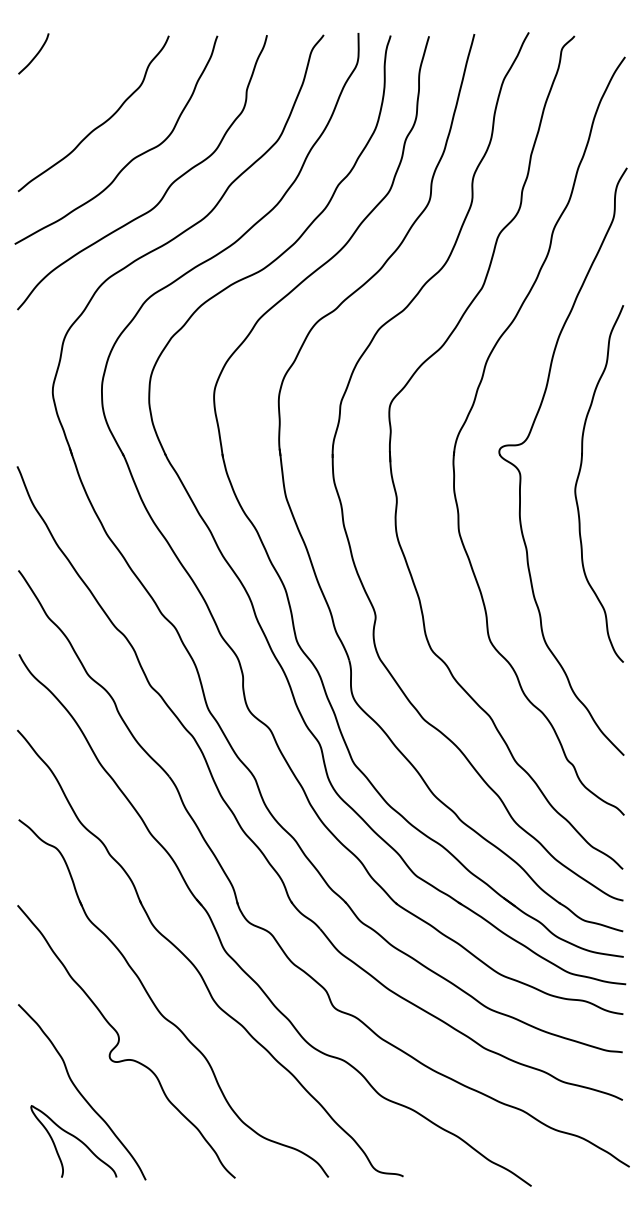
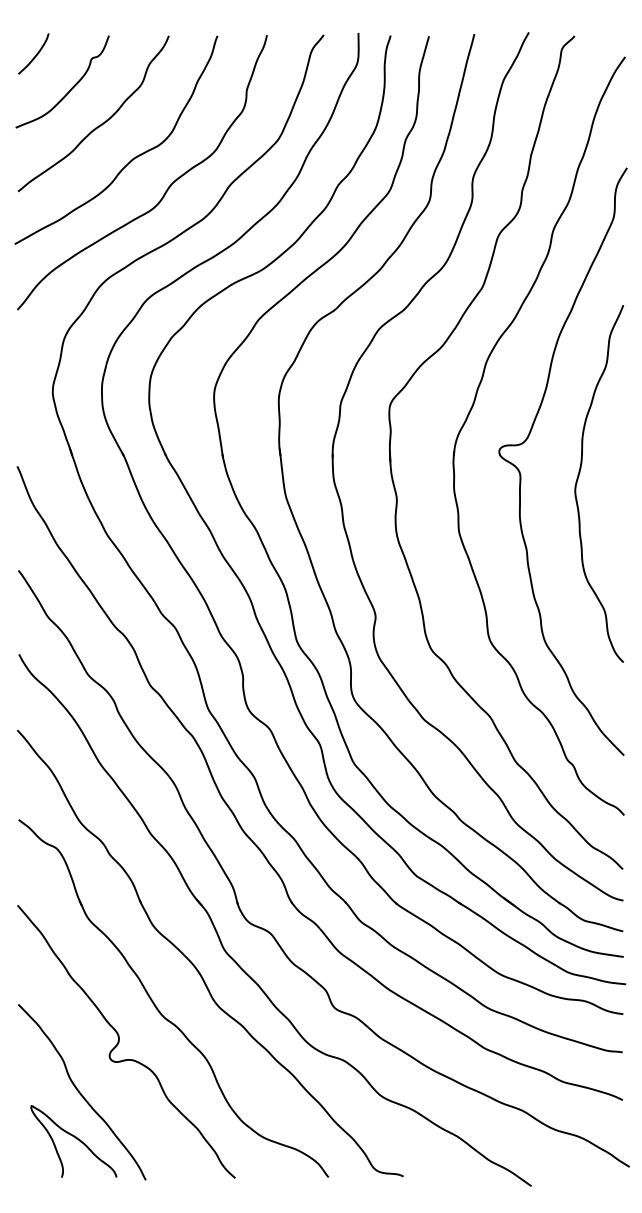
curve at (70, 88): none -> present
